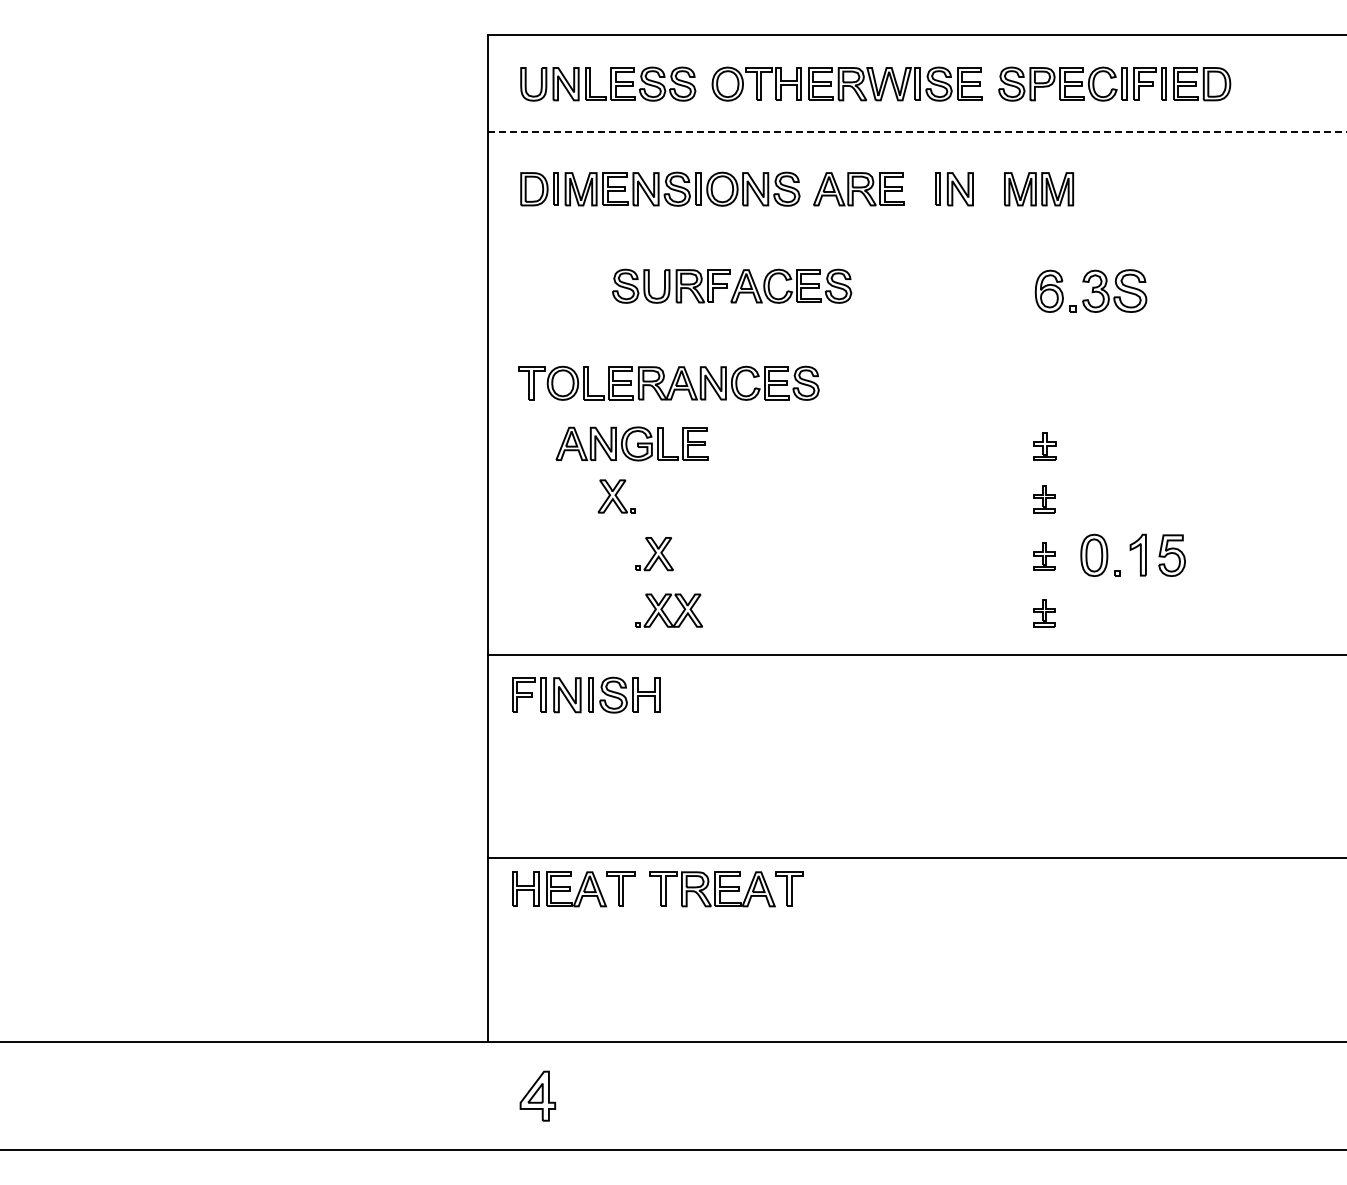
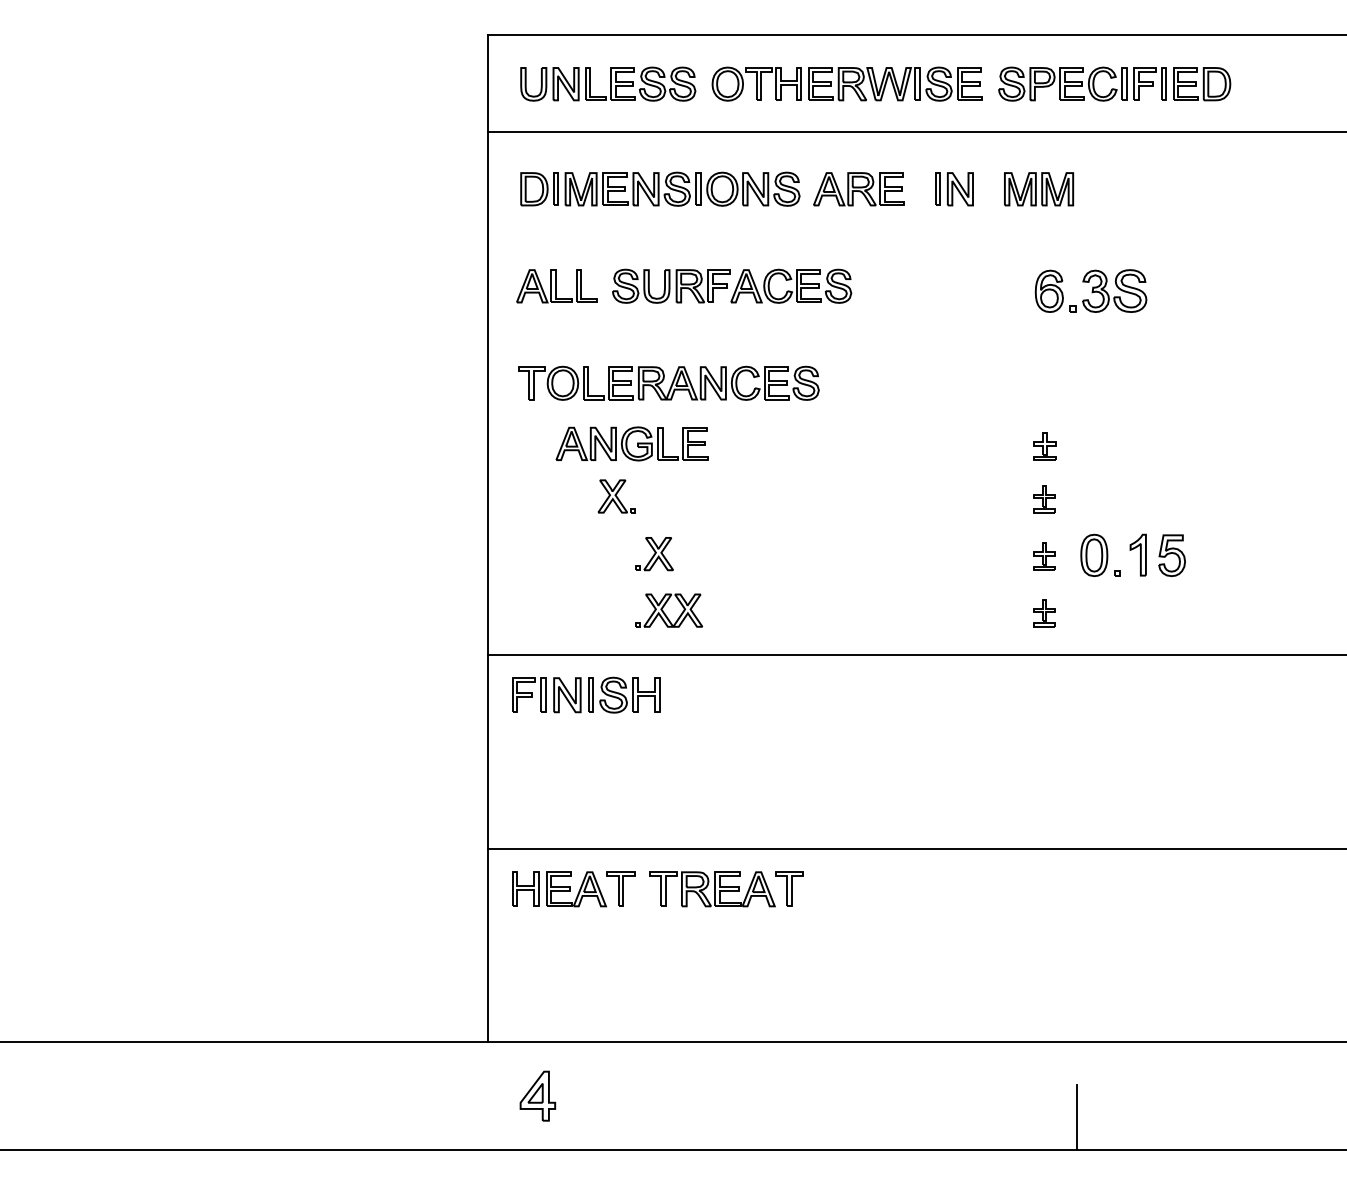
line at (917, 132): dashed -> solid
part at (556, 286): none -> present
line at (915, 857) position: (915, 857) -> (915, 848)
line at (1077, 1117): none -> present
